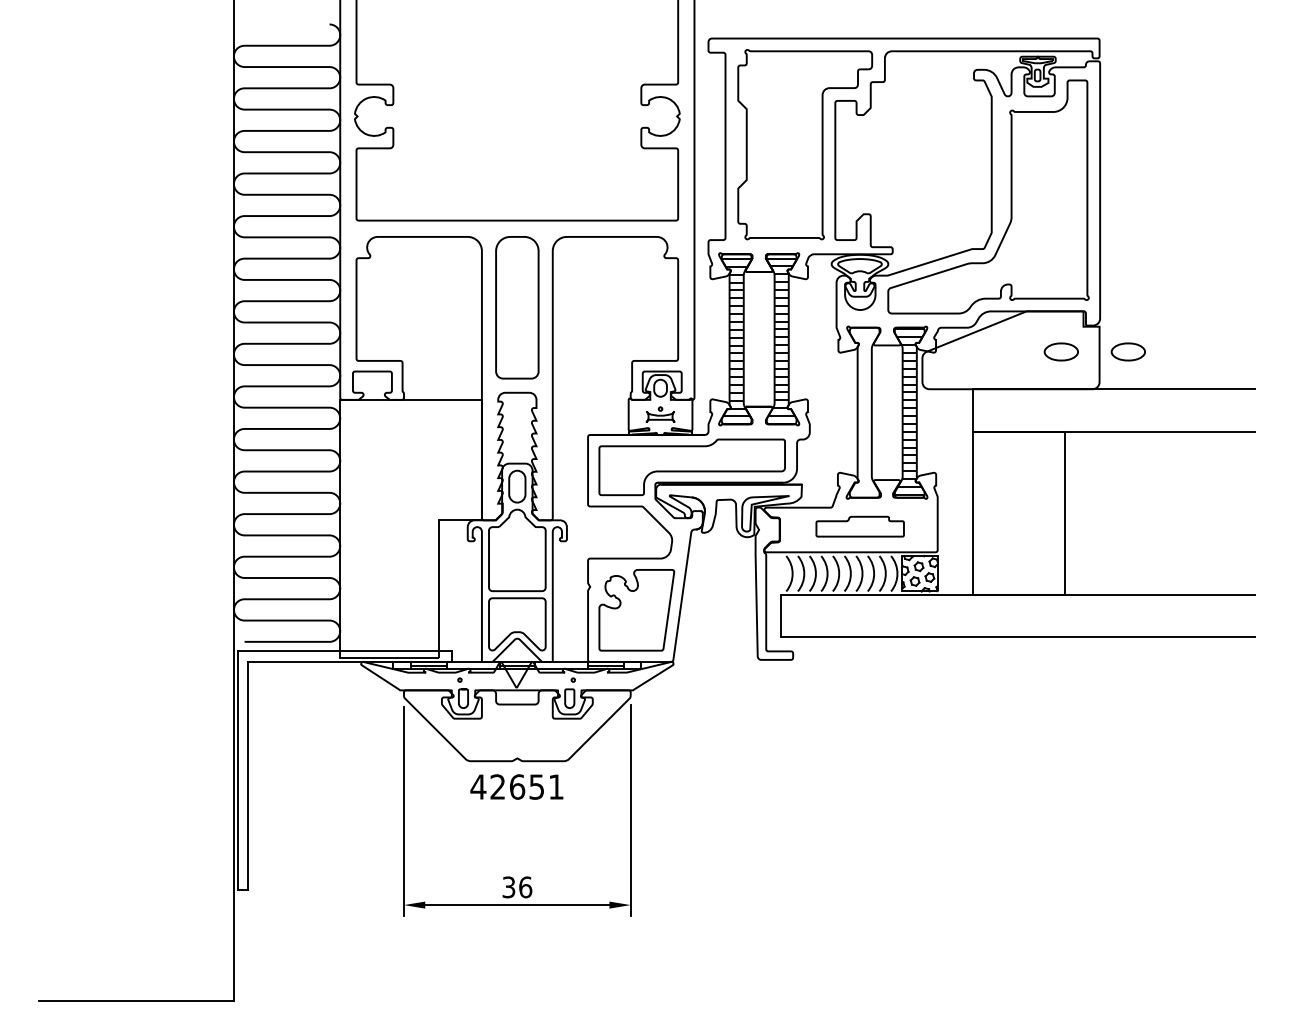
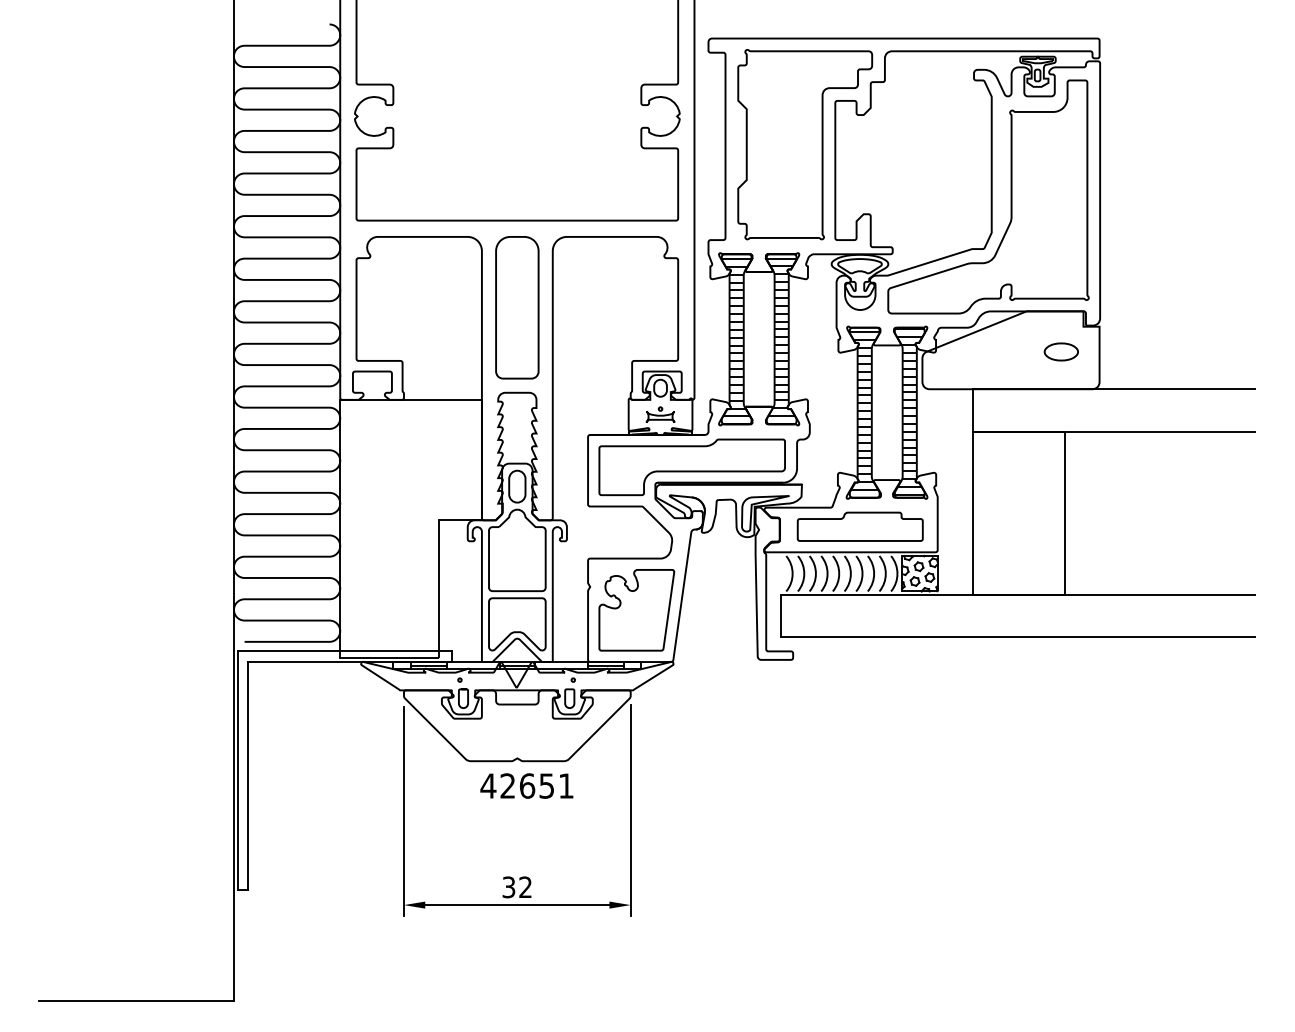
part at (1127, 351): present -> none
hatch at (864, 414): none -> present
part at (859, 526) size: 90x23 px -> 128x31 px
text at (516, 786) position: (516, 786) -> (526, 785)
text at (525, 887): 36 -> 32
